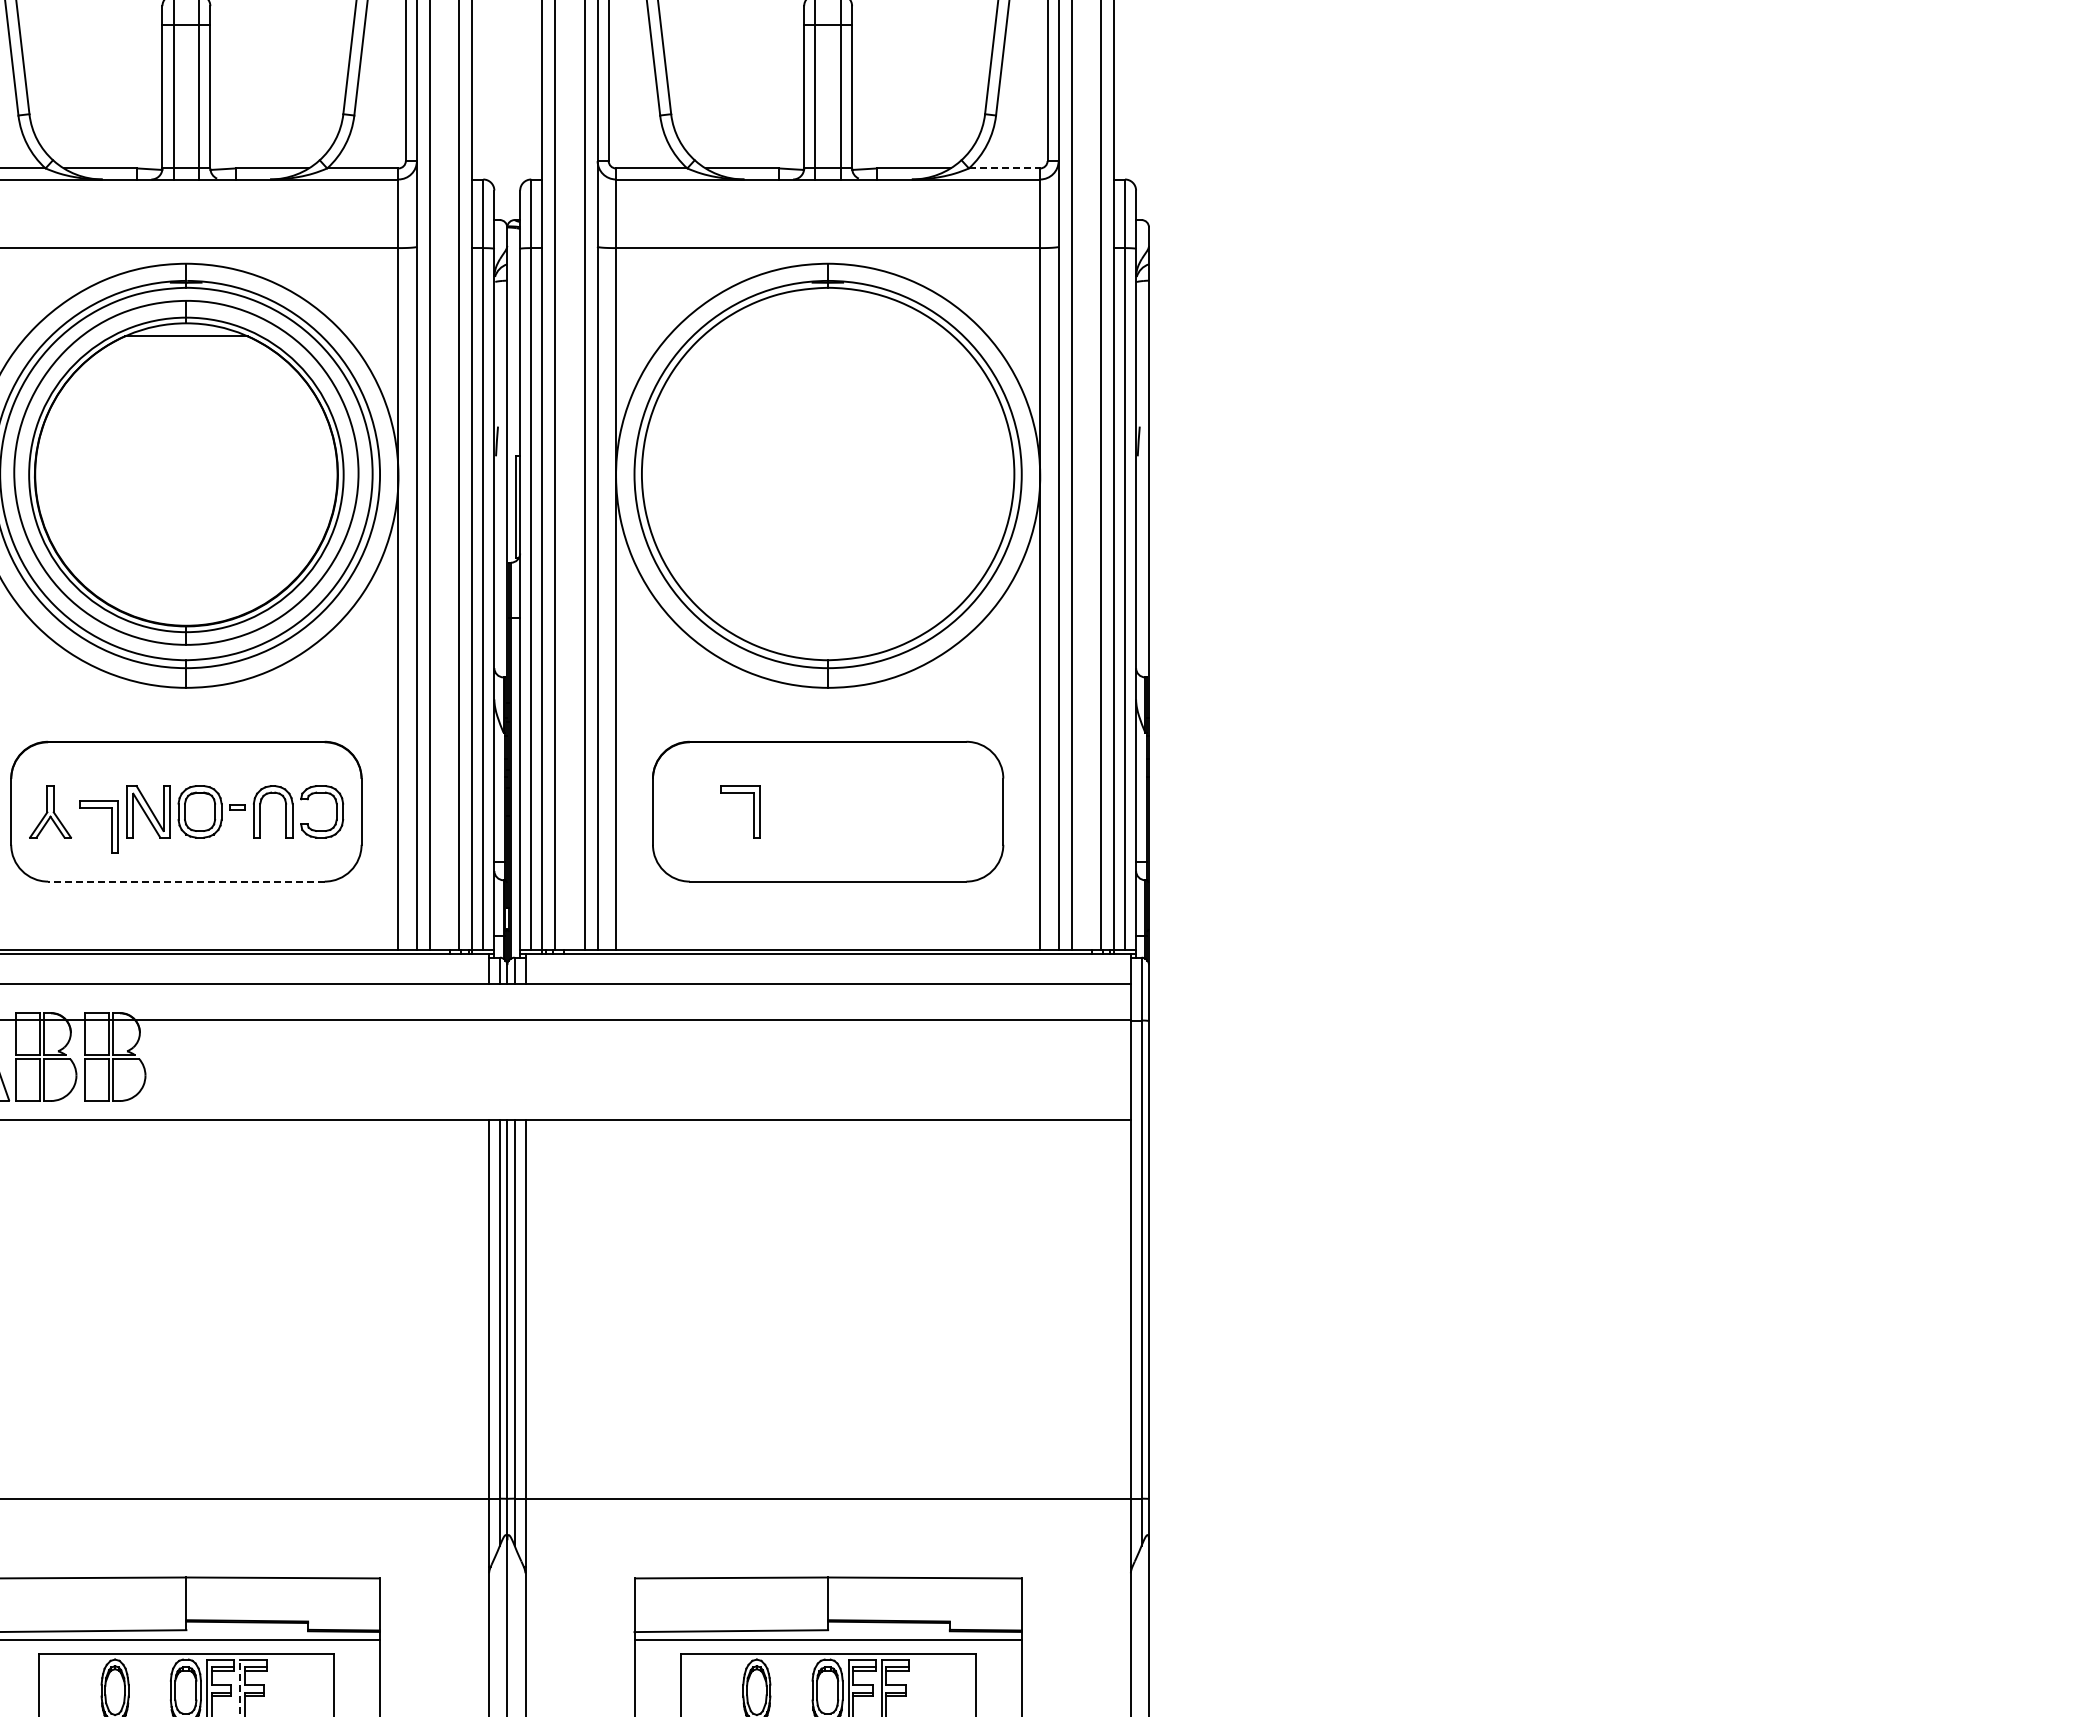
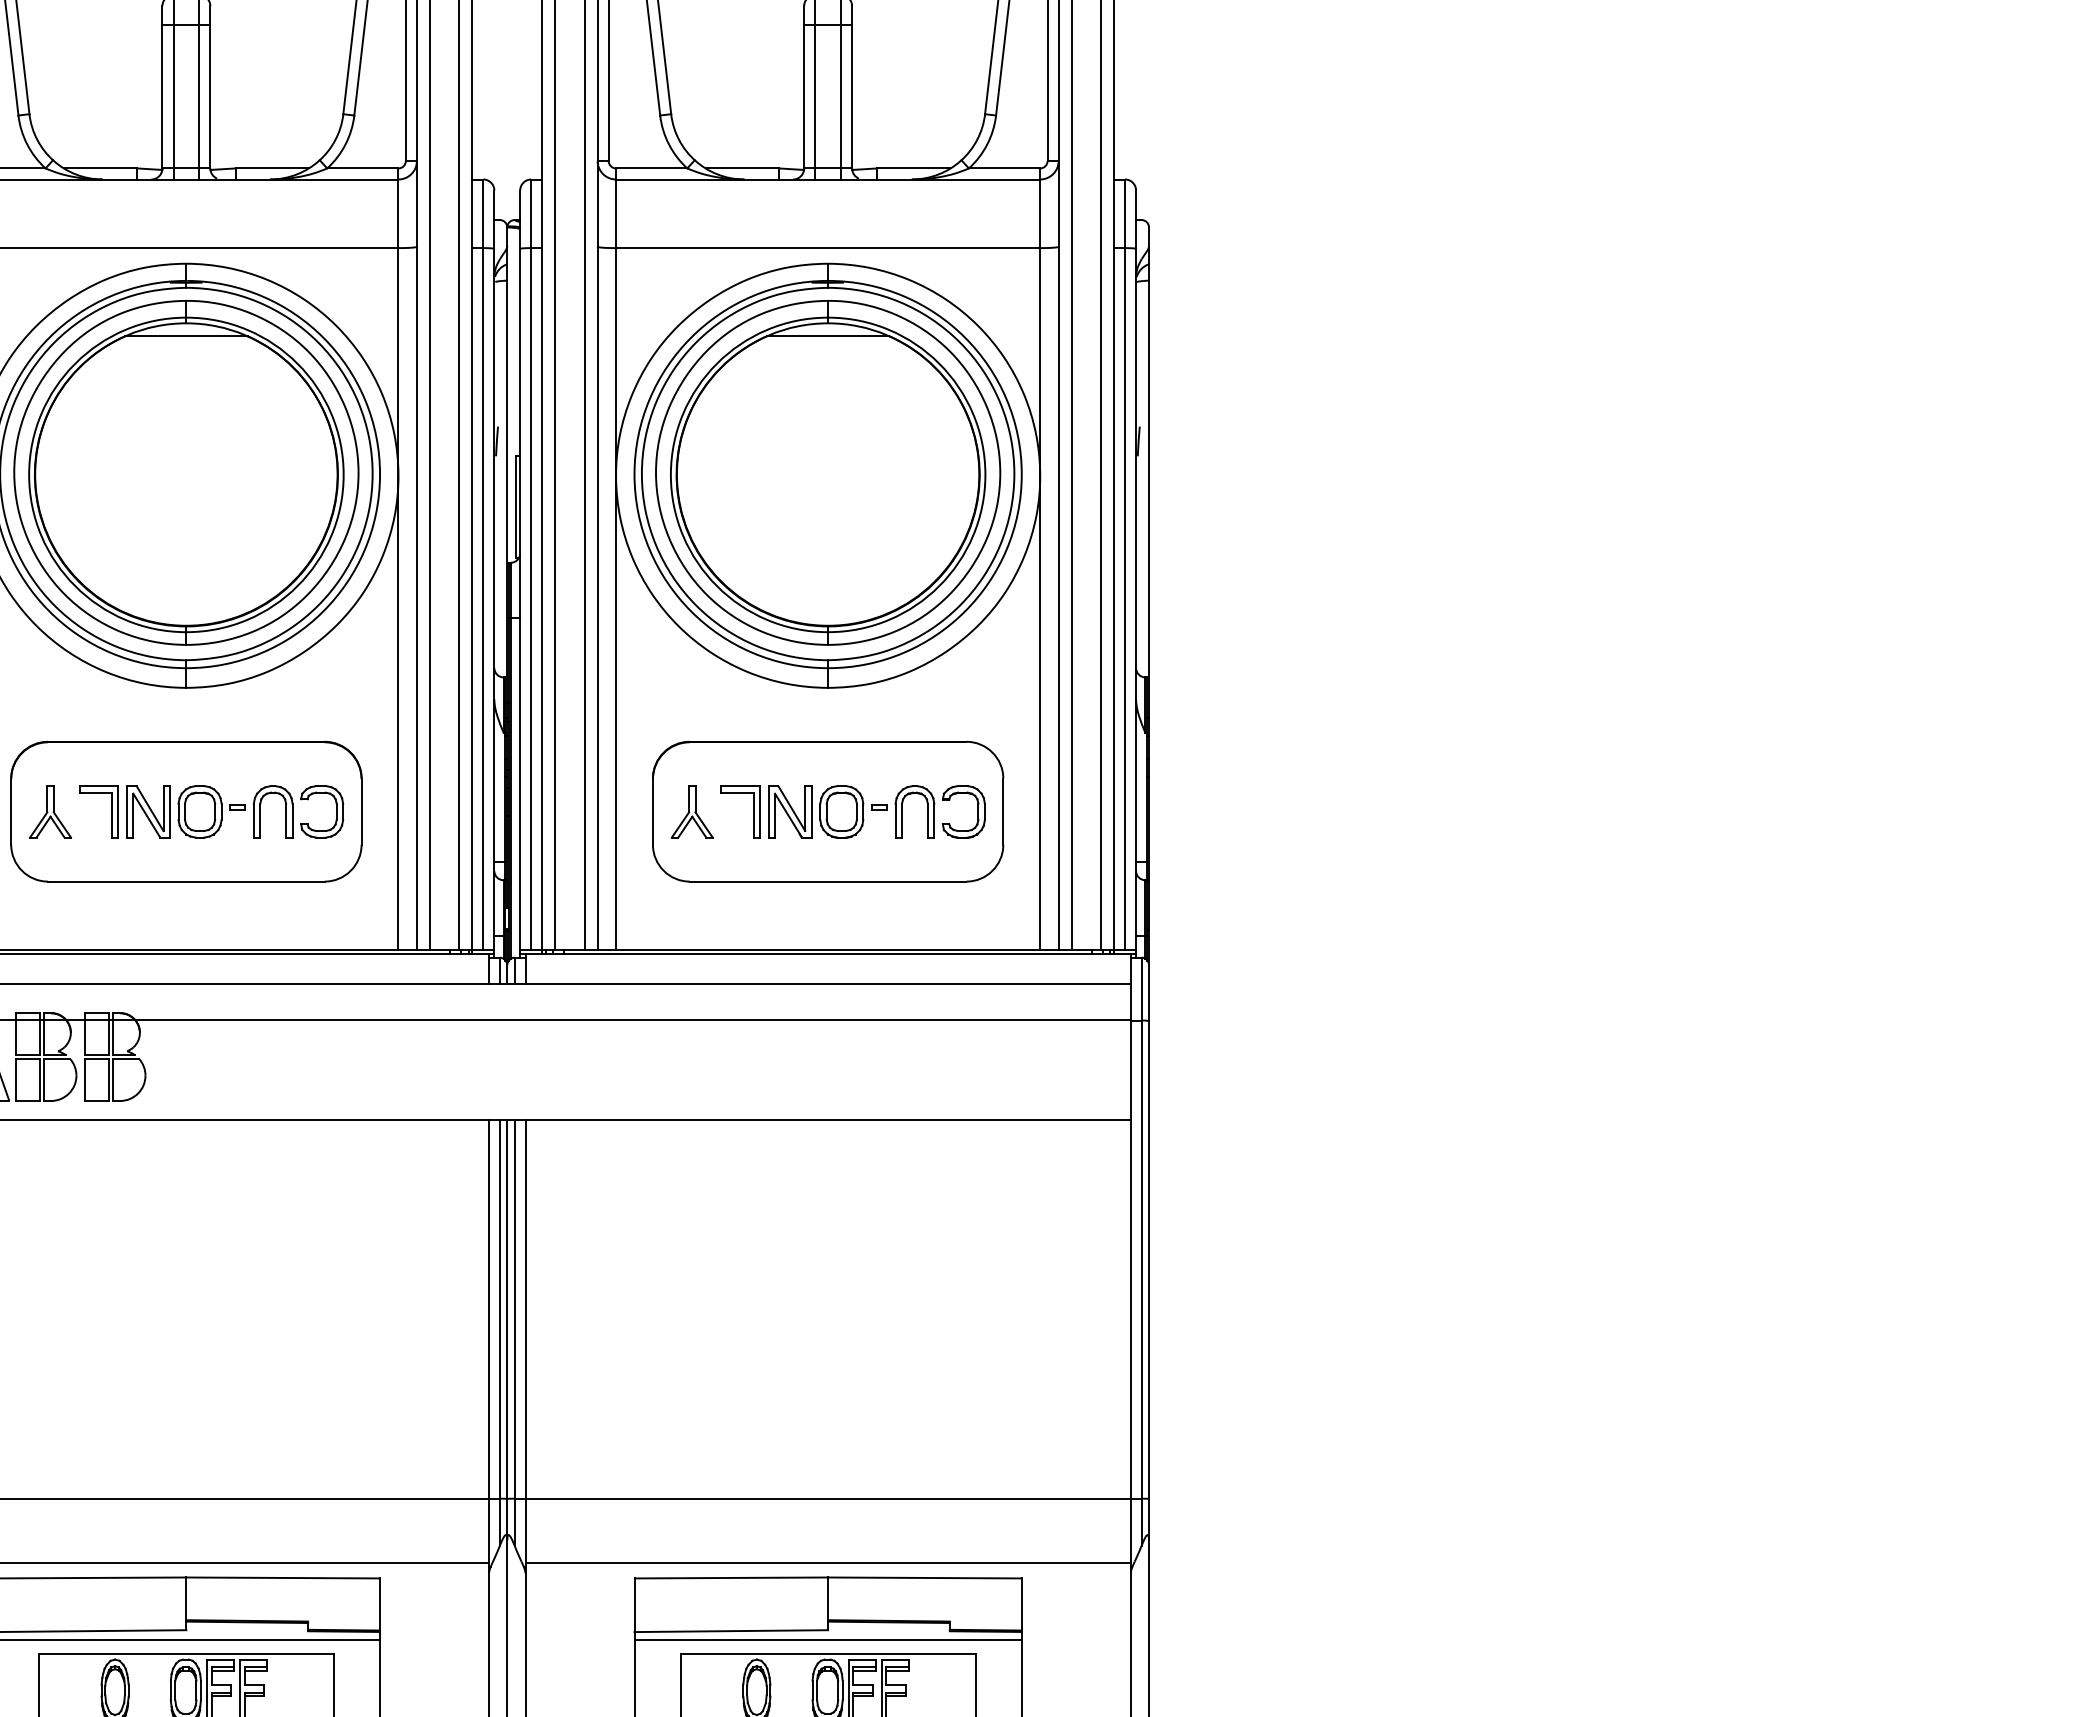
line at (1004, 168): dashed -> solid
part at (828, 472): none -> present
part at (691, 811): none -> present
part at (876, 811): none -> present
part at (111, 826) position: (111, 826) -> (111, 811)
line at (185, 881): dashed -> solid
line at (245, 1563): none -> present
line at (827, 1563): none -> present
line at (240, 1688): dashed -> solid
